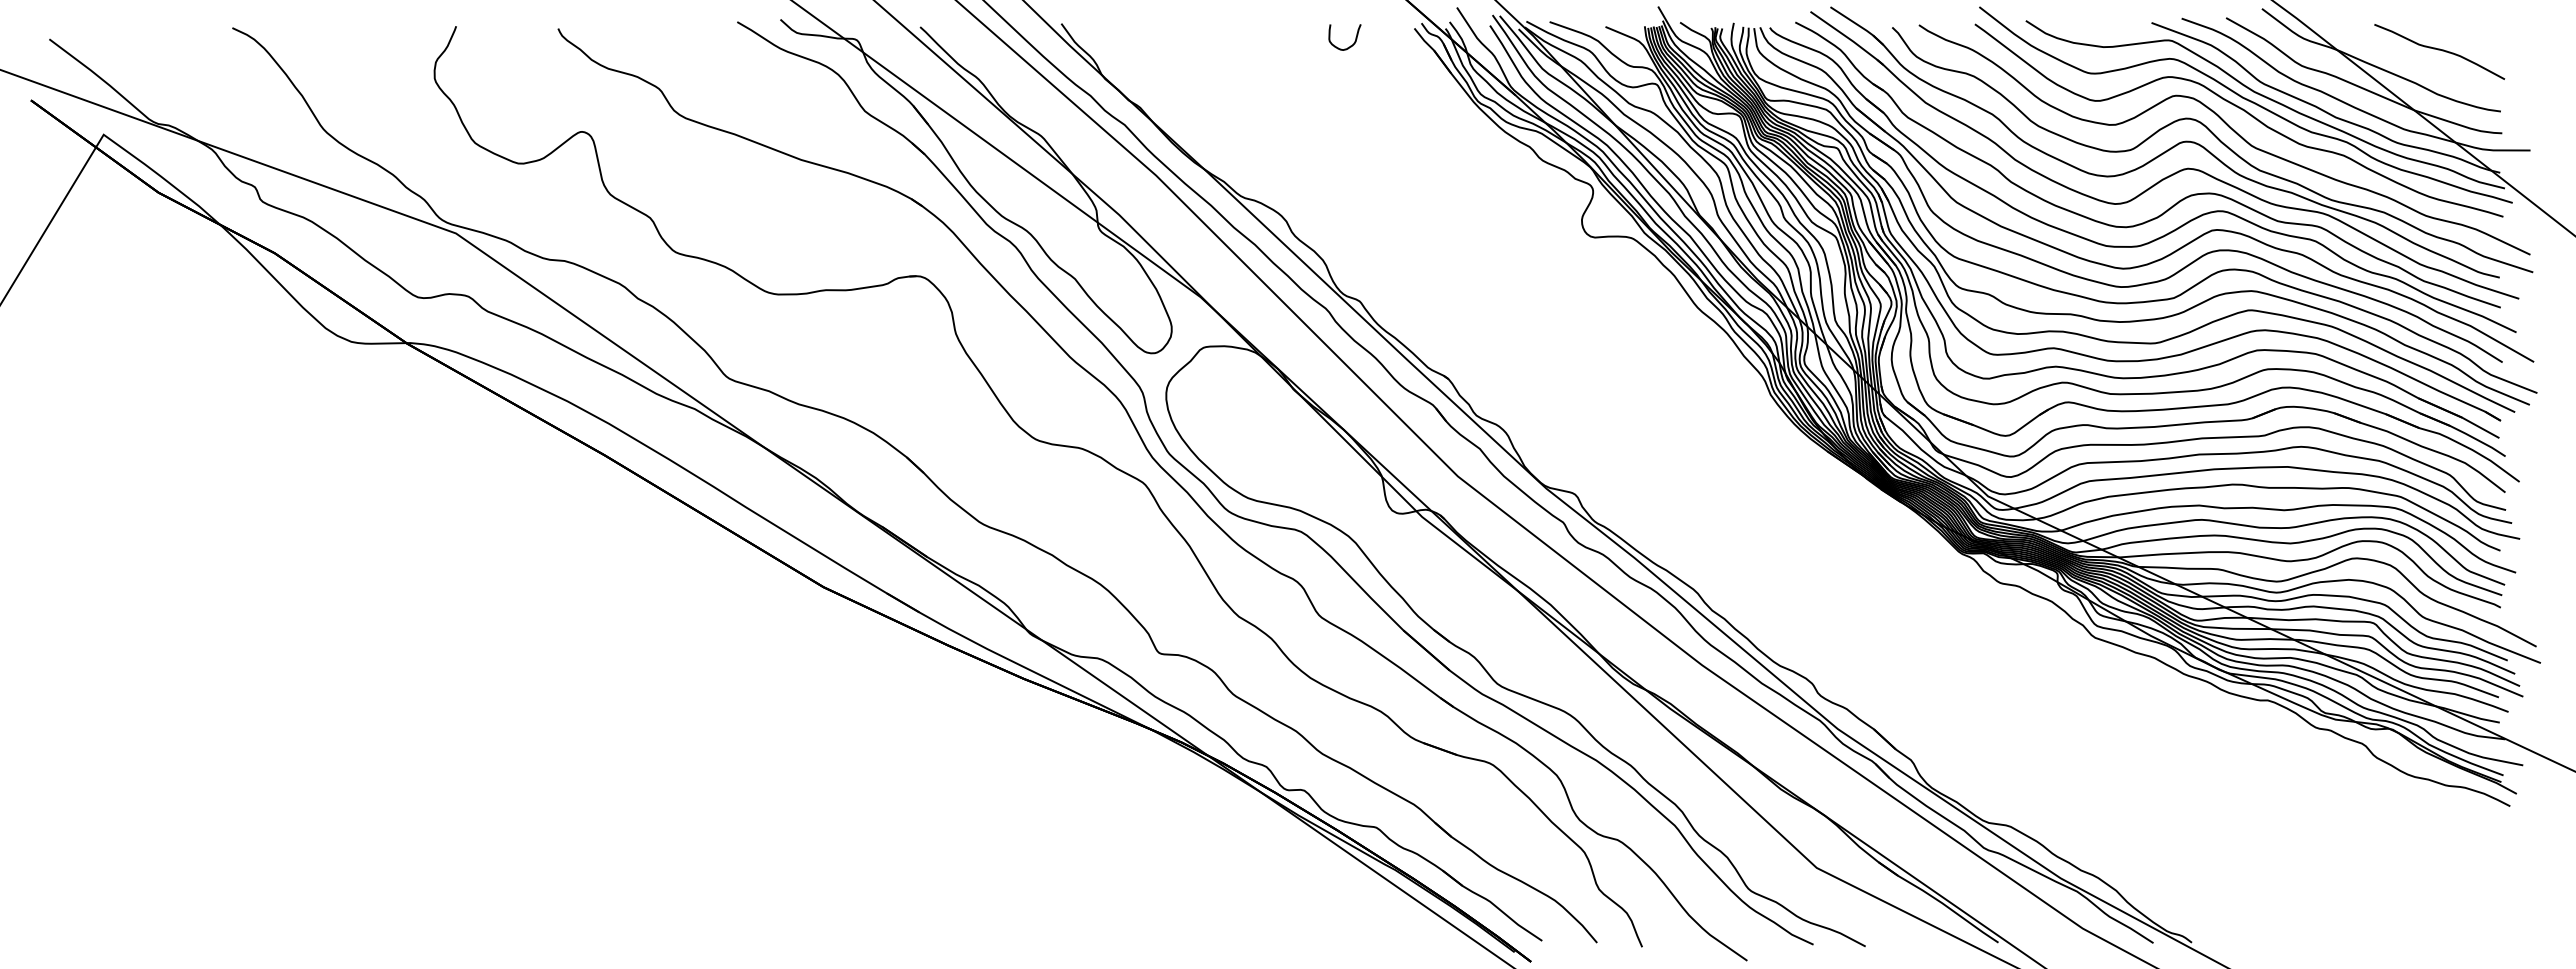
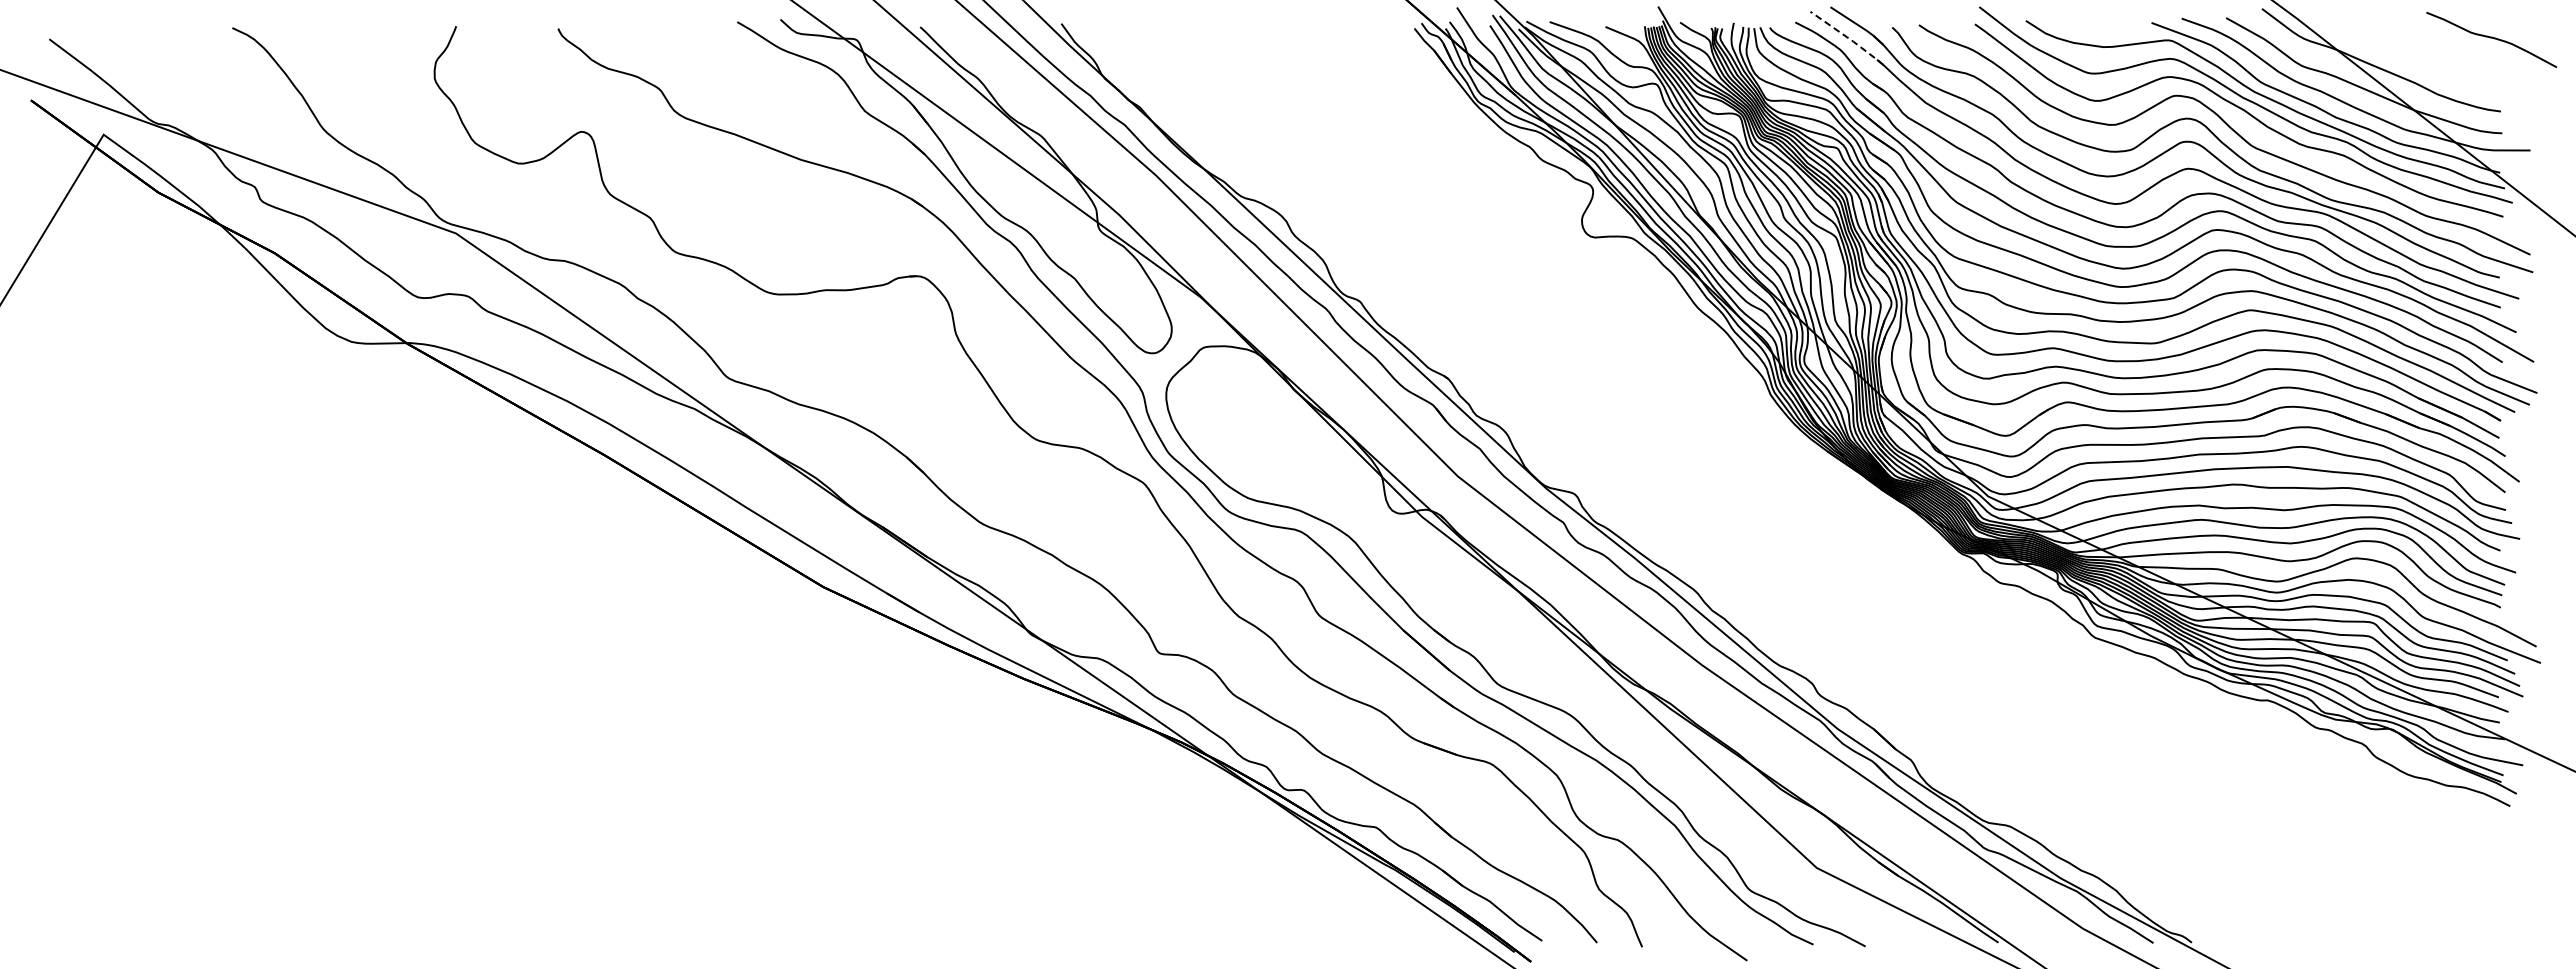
line at (1848, 38): solid -> dashed
curve at (1350, 45): present -> none
curve at (2439, 50) position: (2439, 50) -> (2491, 38)
